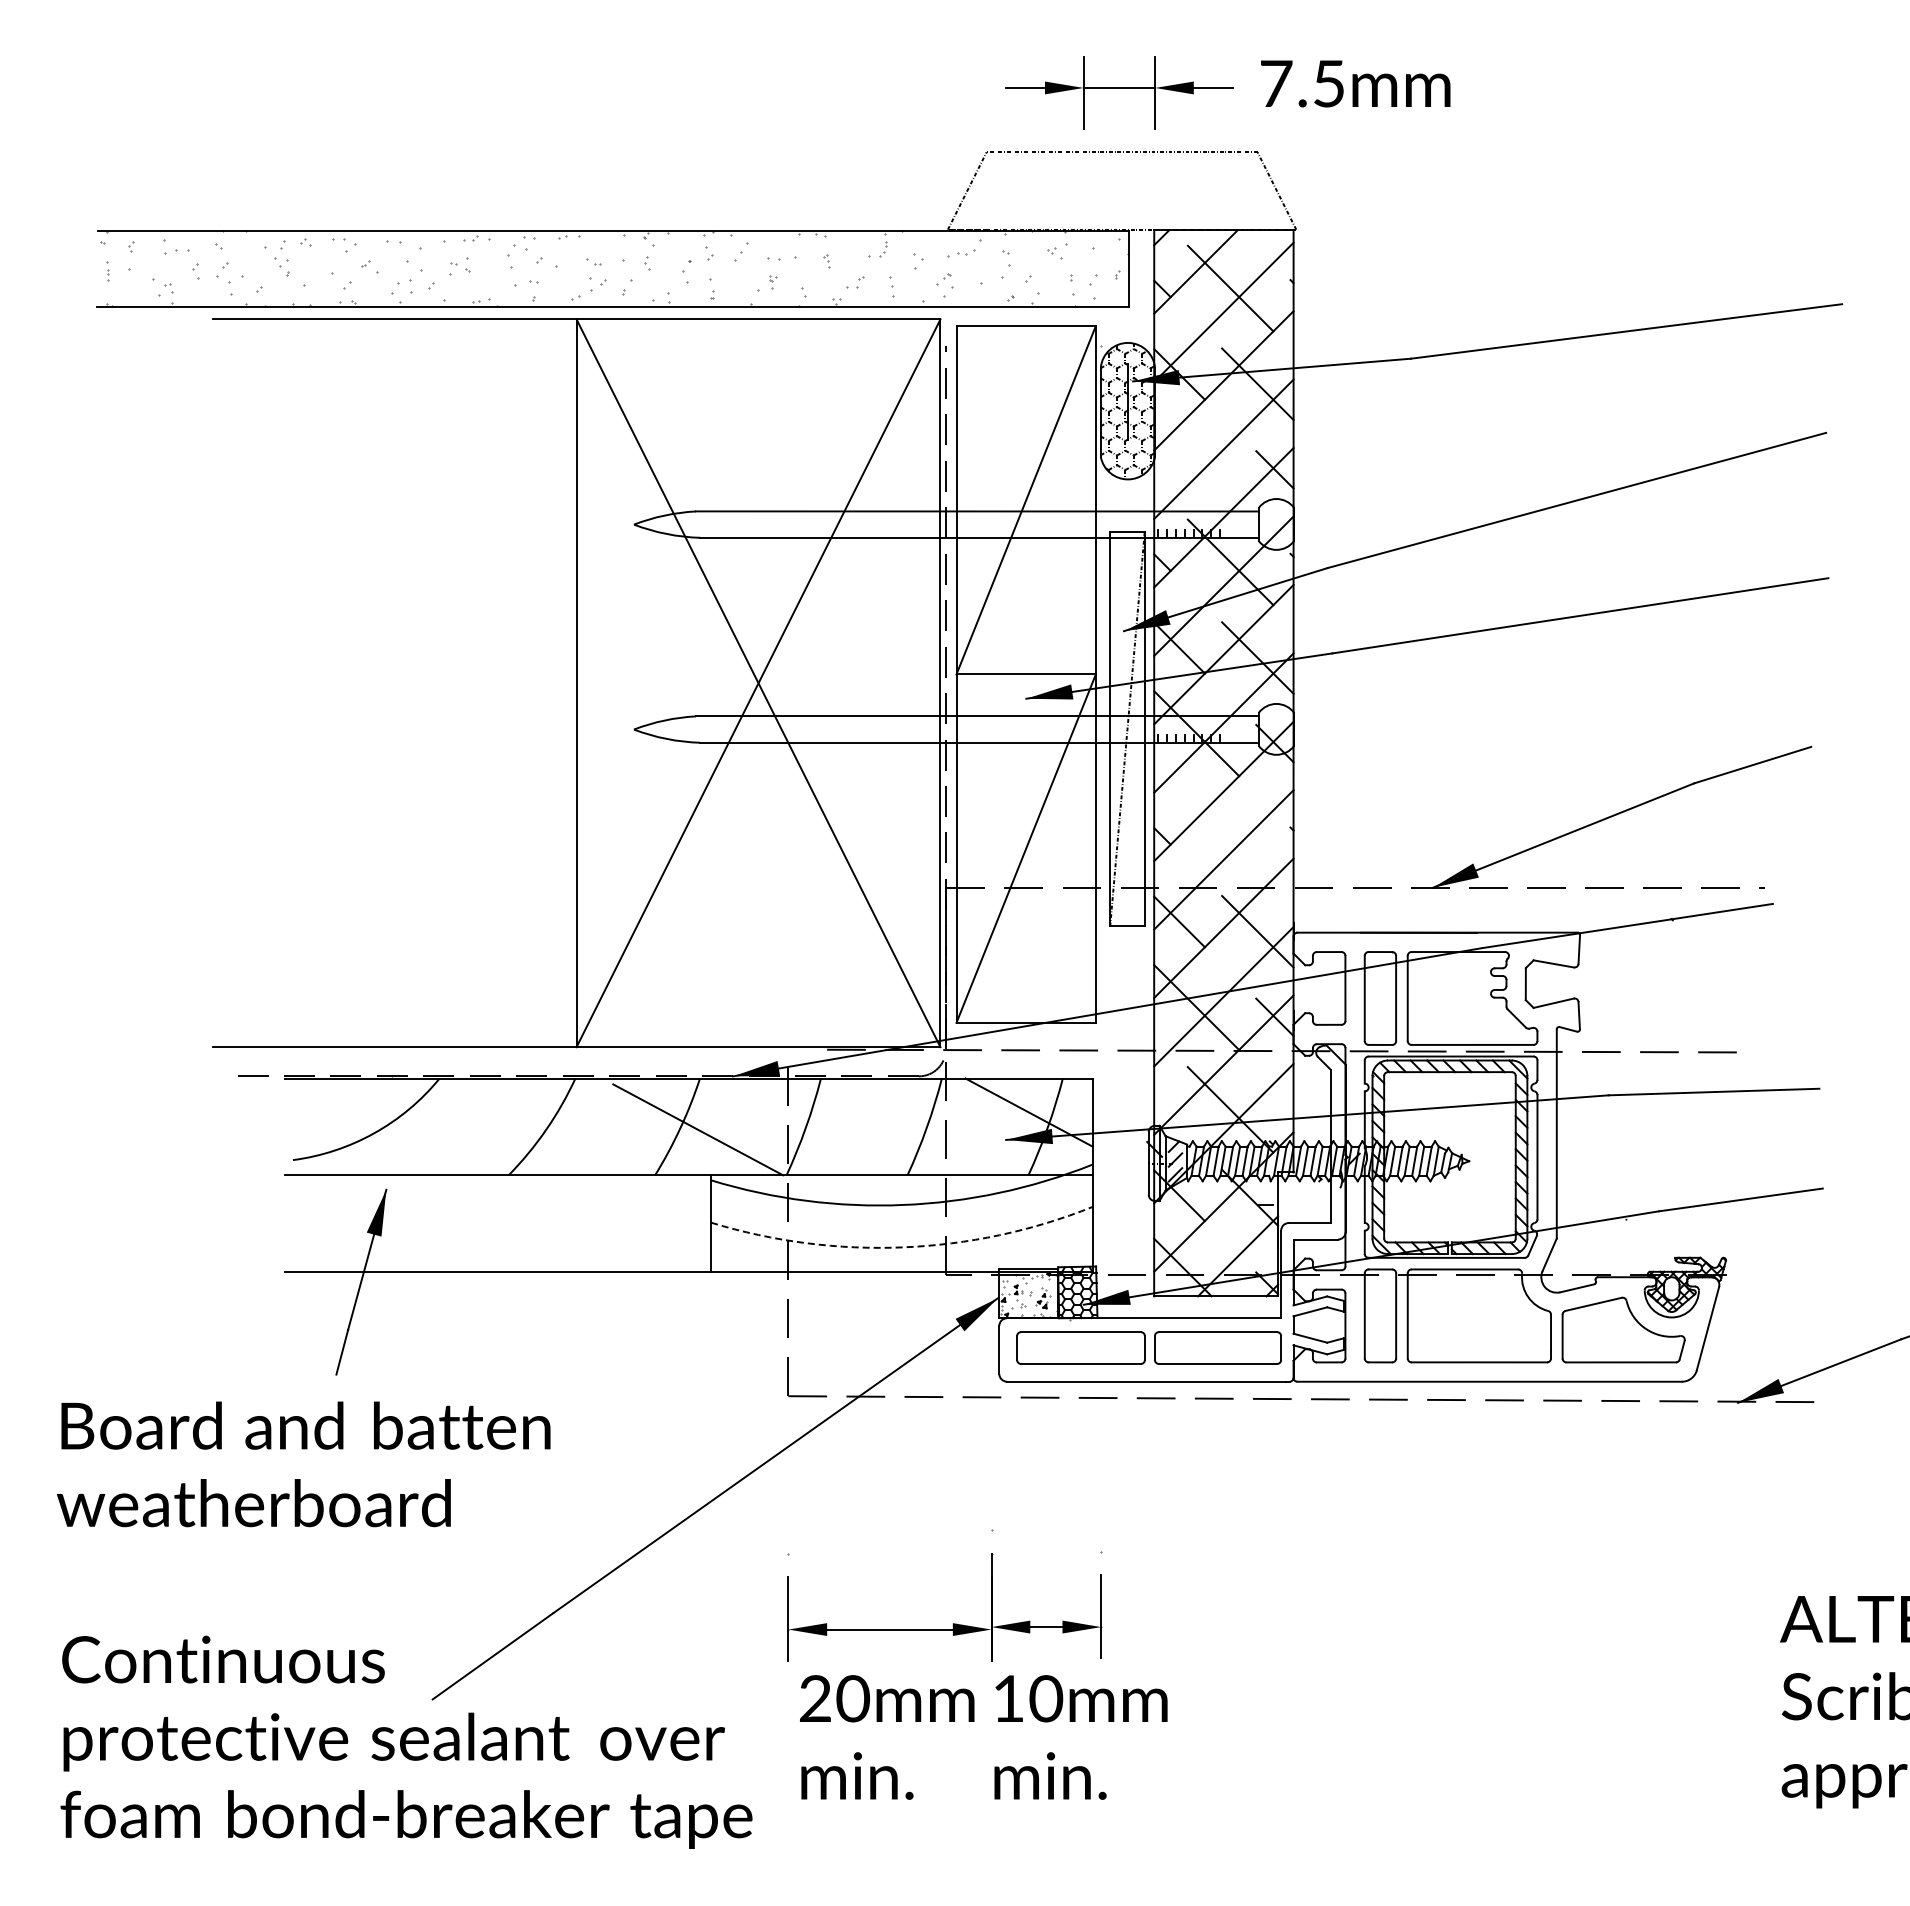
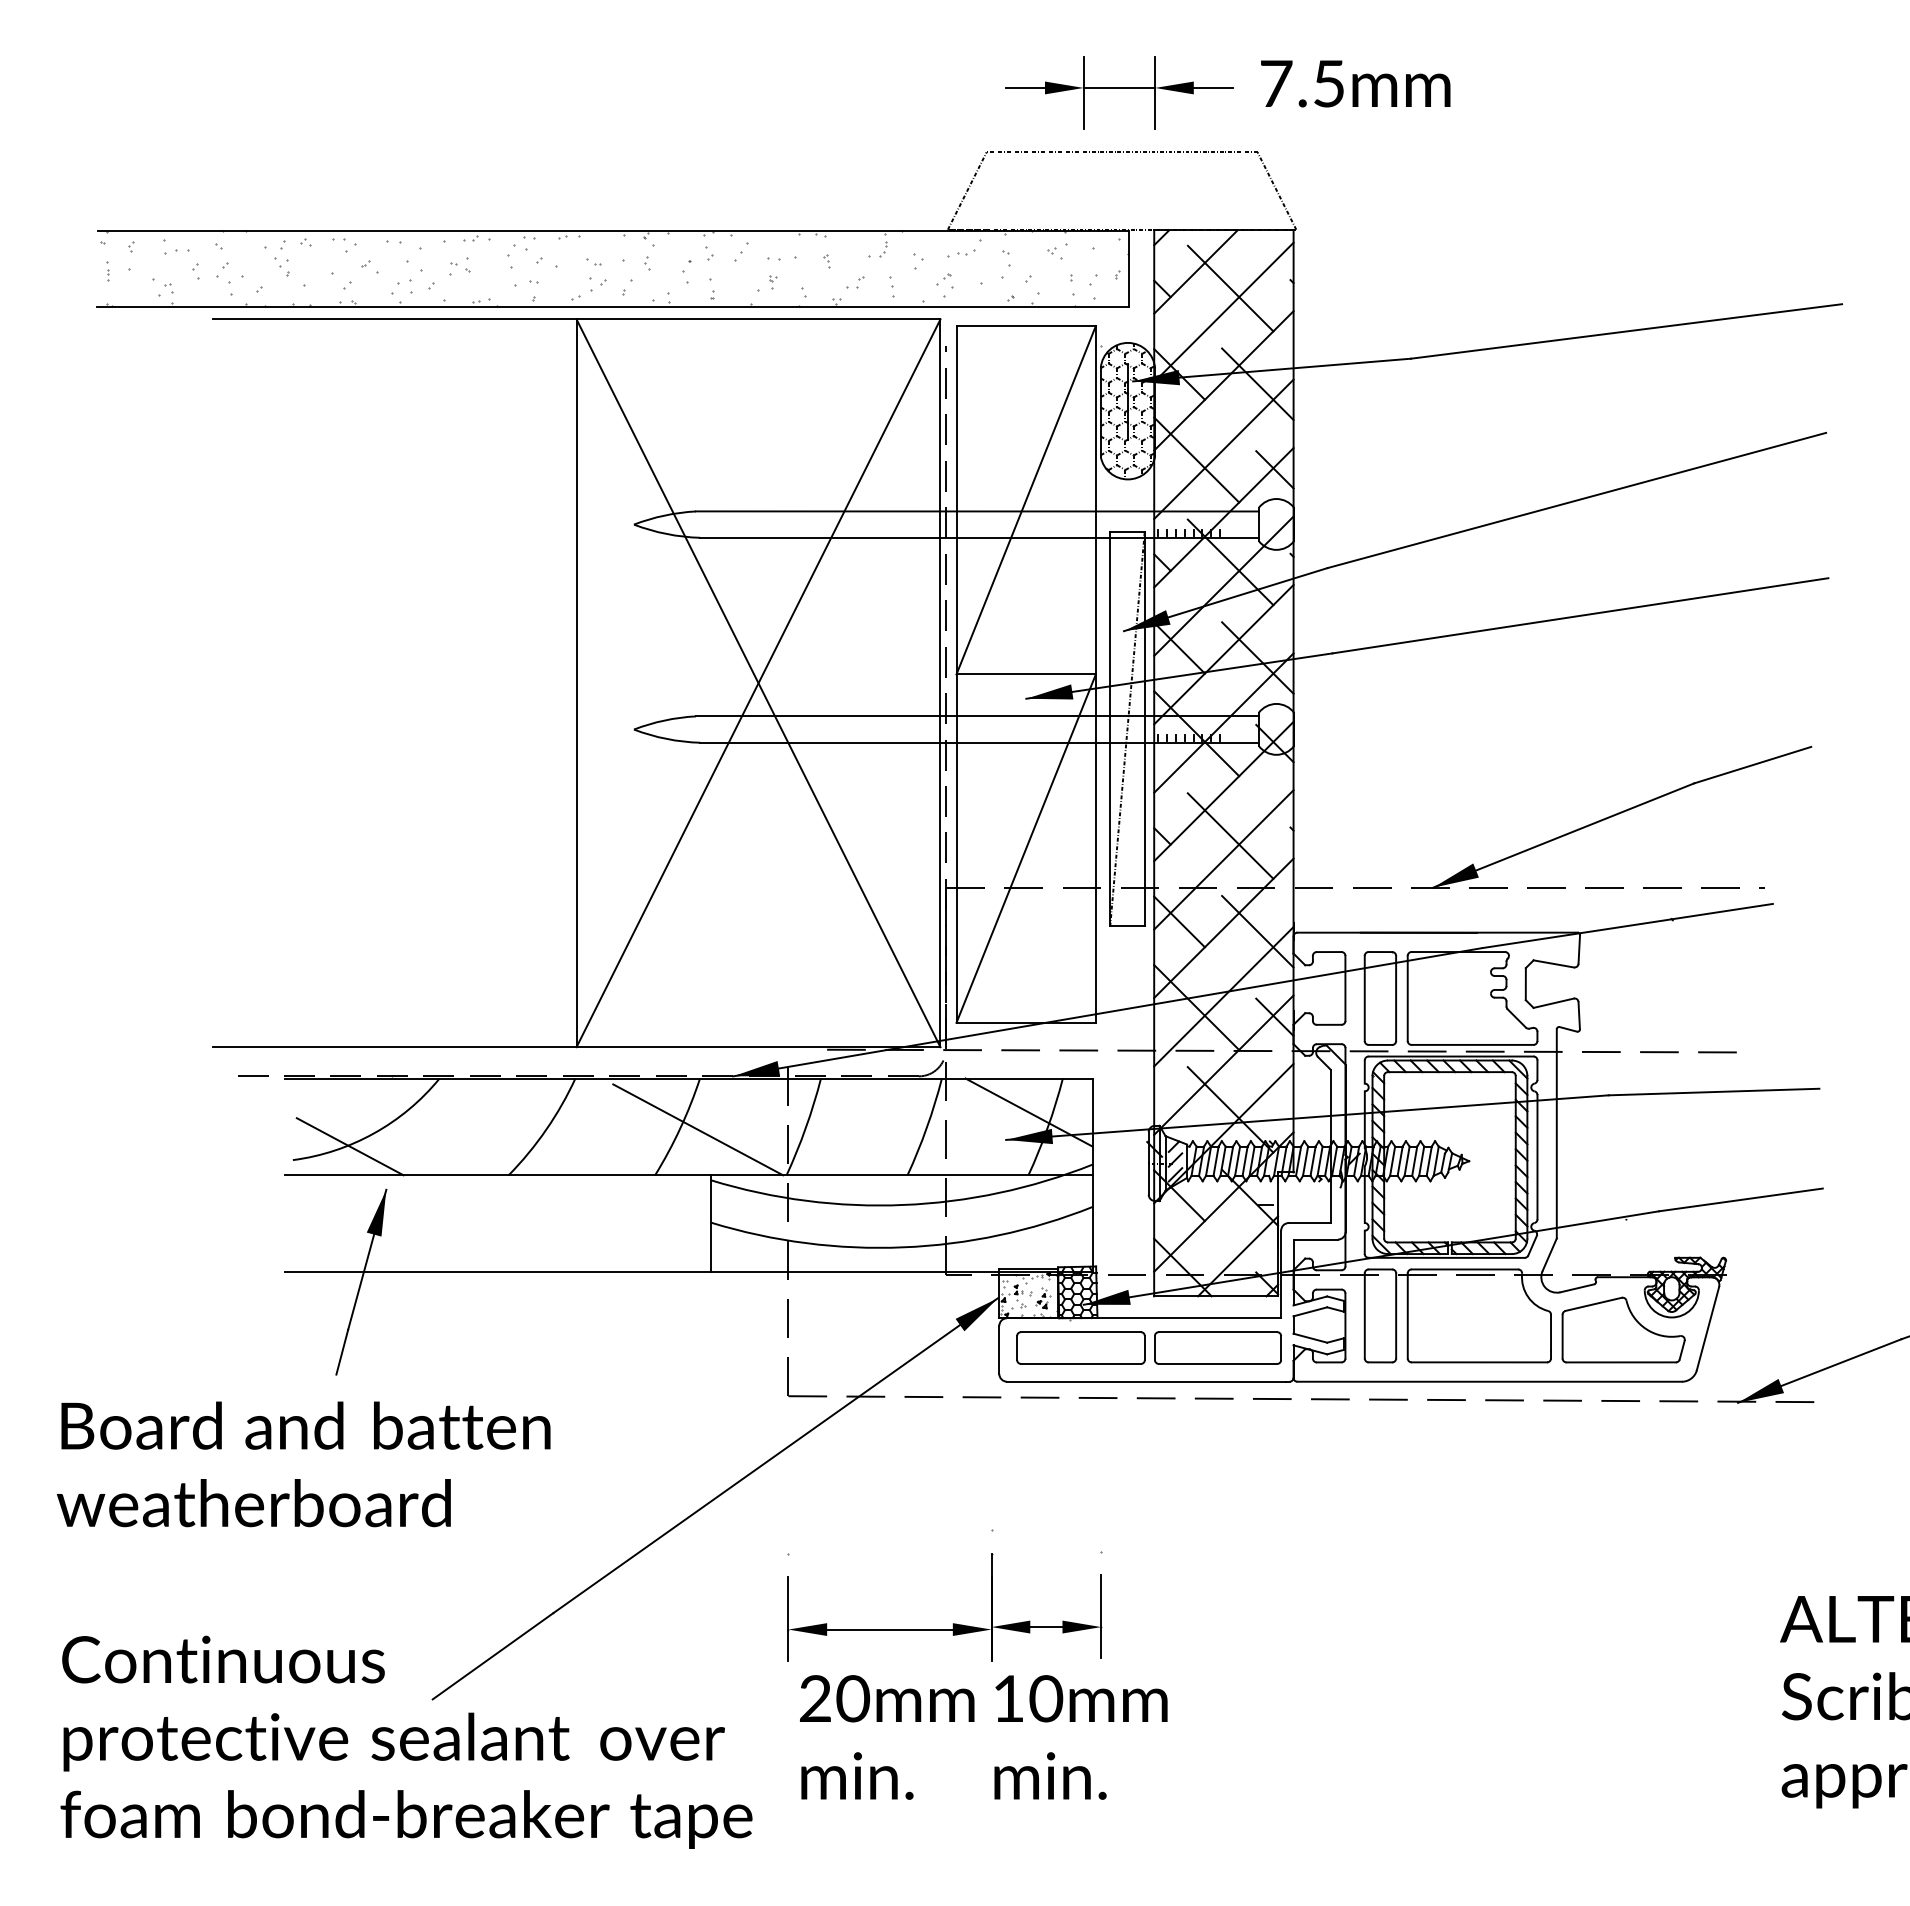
line at (1196, 459): none -> present
line at (1230, 835): none -> present
line at (349, 1146): none -> present
arc at (903, 1247): dashed -> solid
